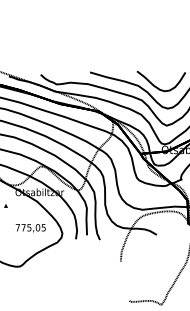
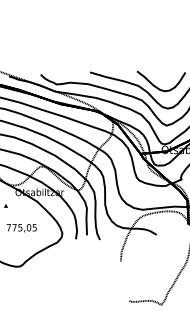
text at (30, 228) position: (30, 228) -> (21, 228)
